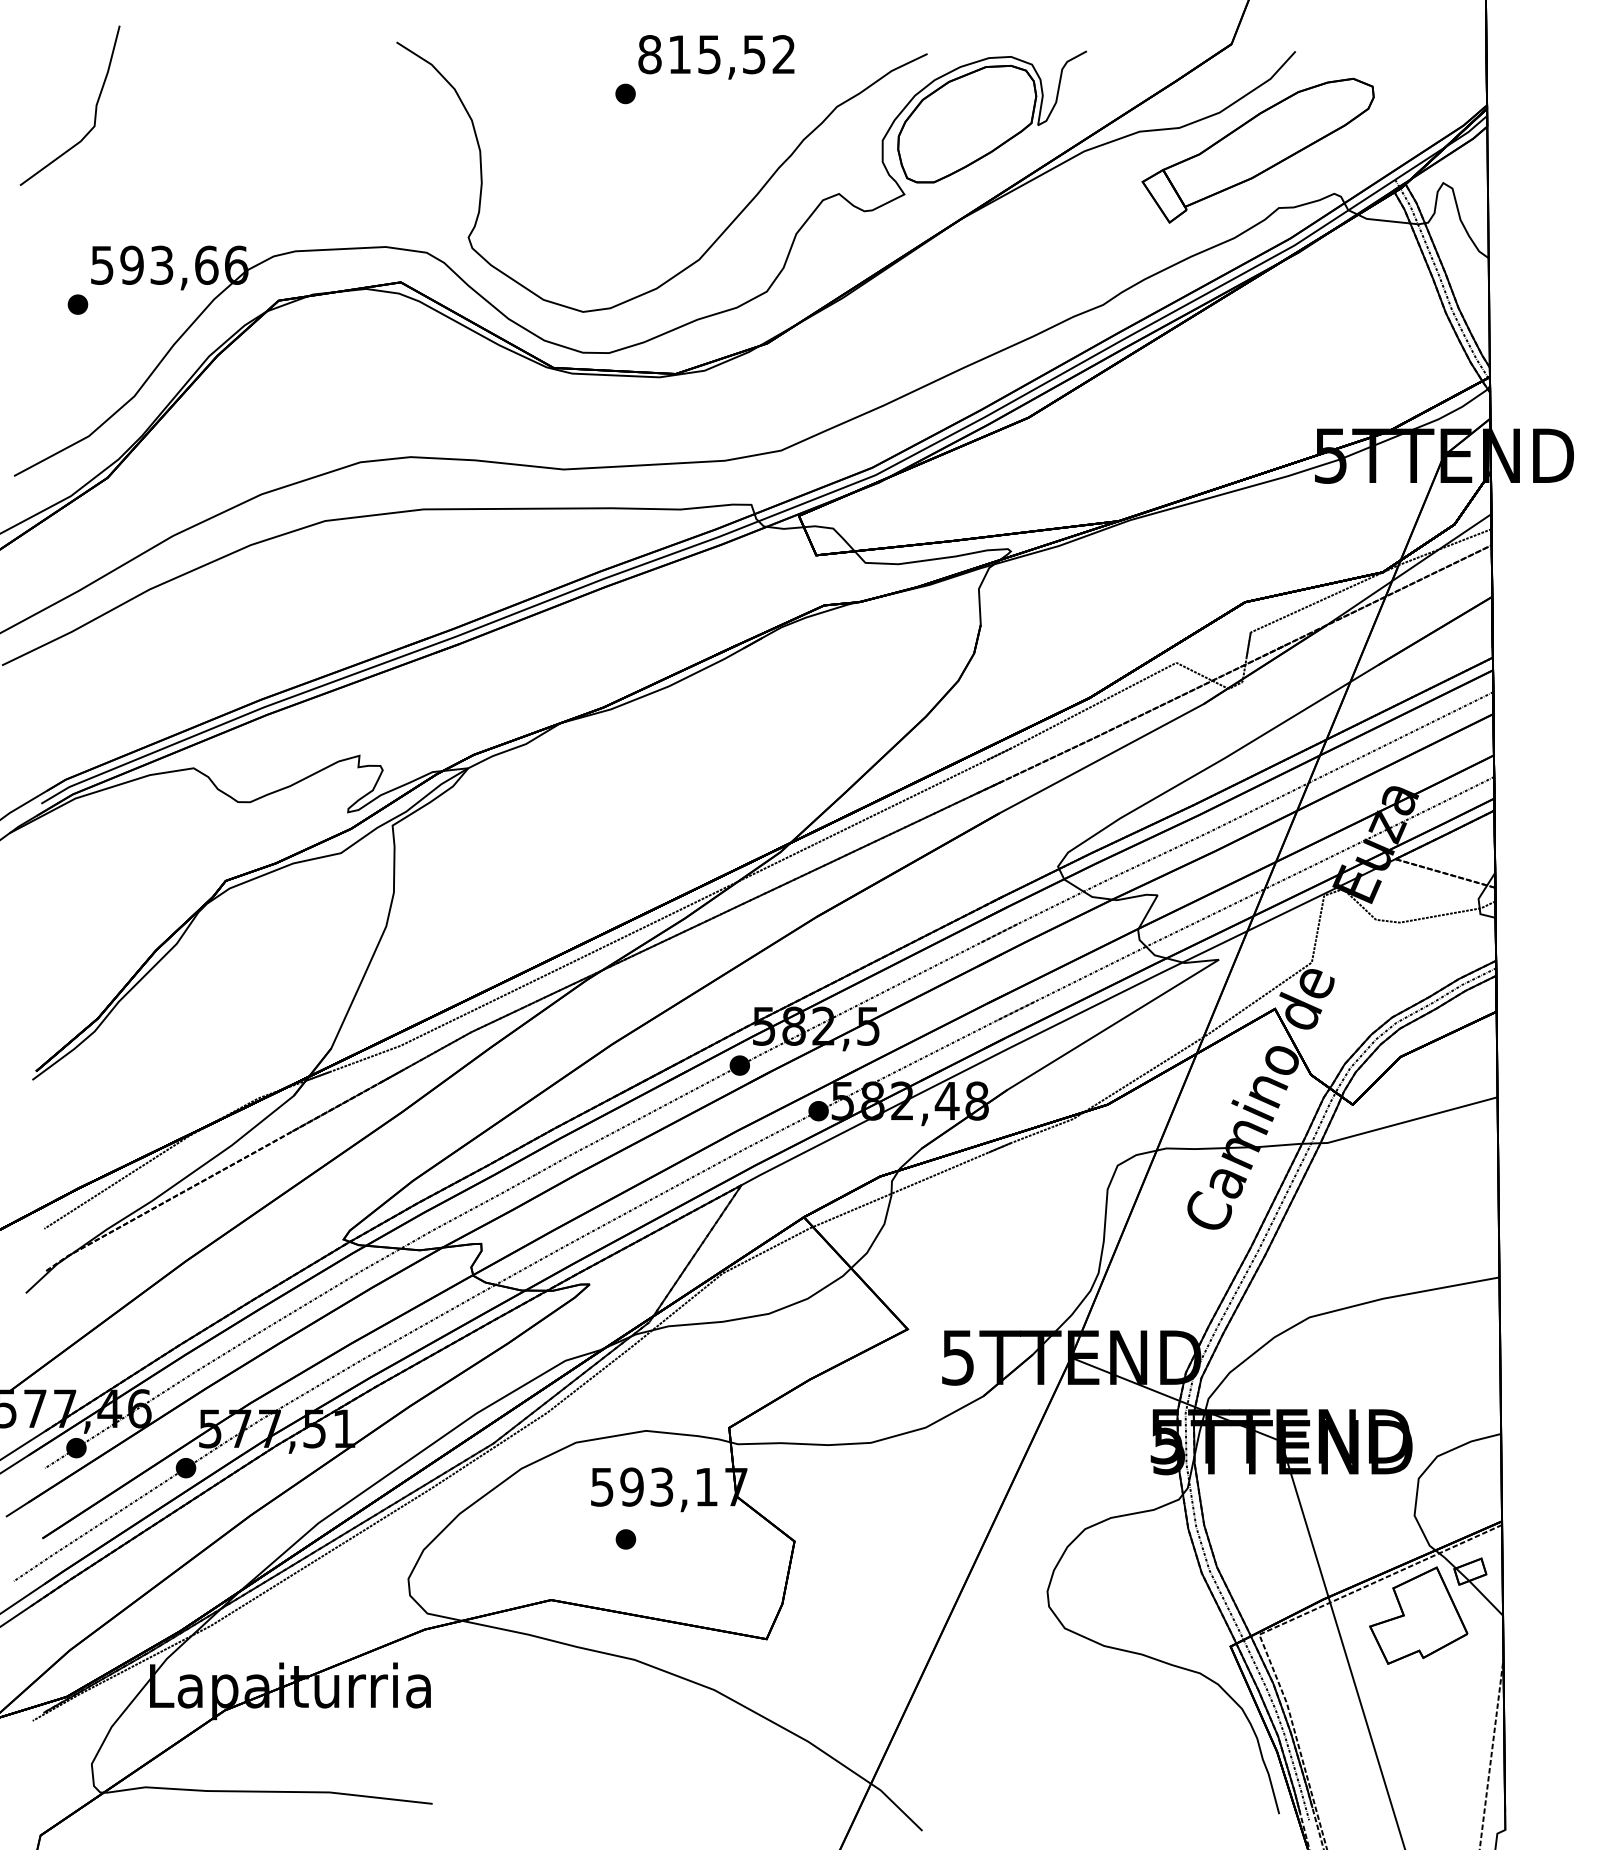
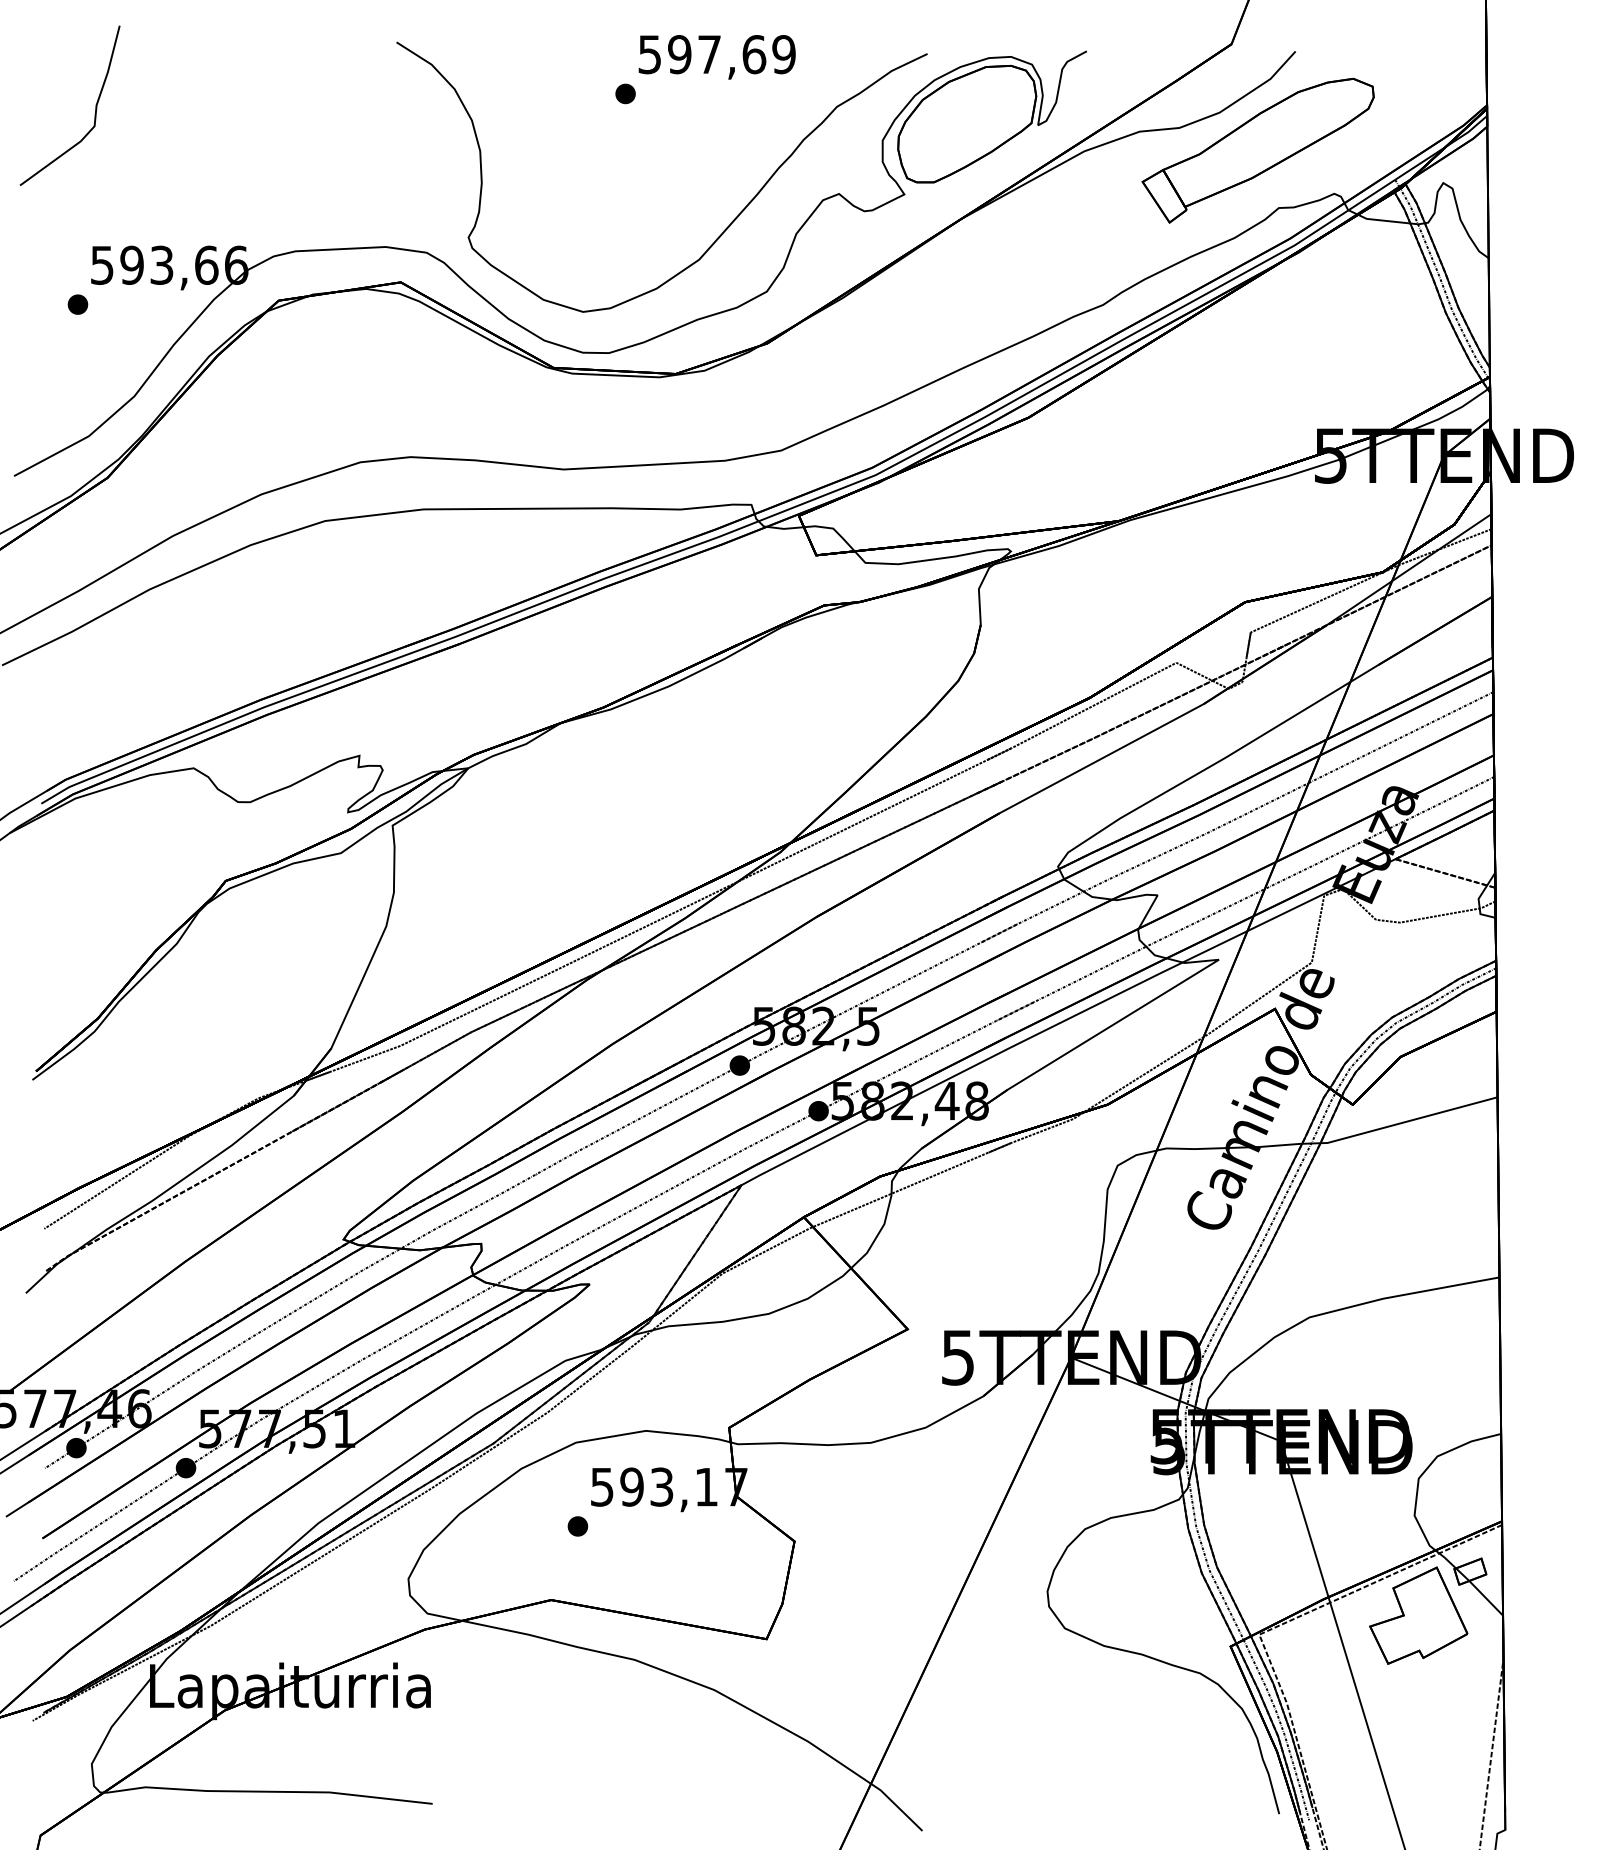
text at (716, 54): 815,52 -> 597,69
part at (625, 1539) position: (625, 1539) -> (577, 1526)
